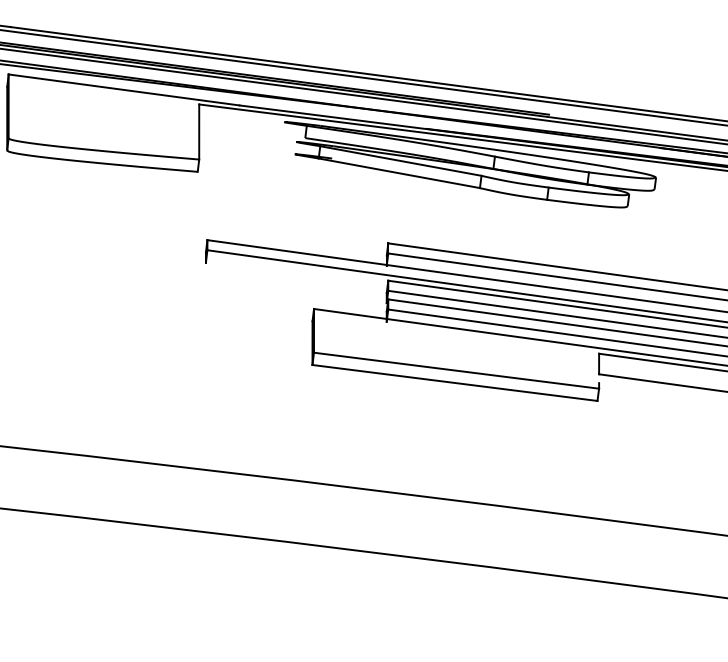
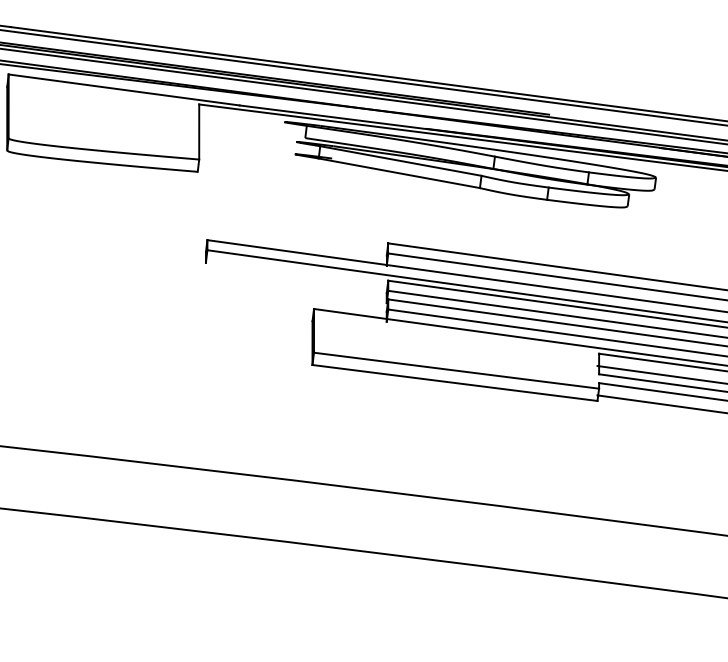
line at (660, 374): none -> present
line at (661, 391): none -> present
line at (660, 403): none -> present
